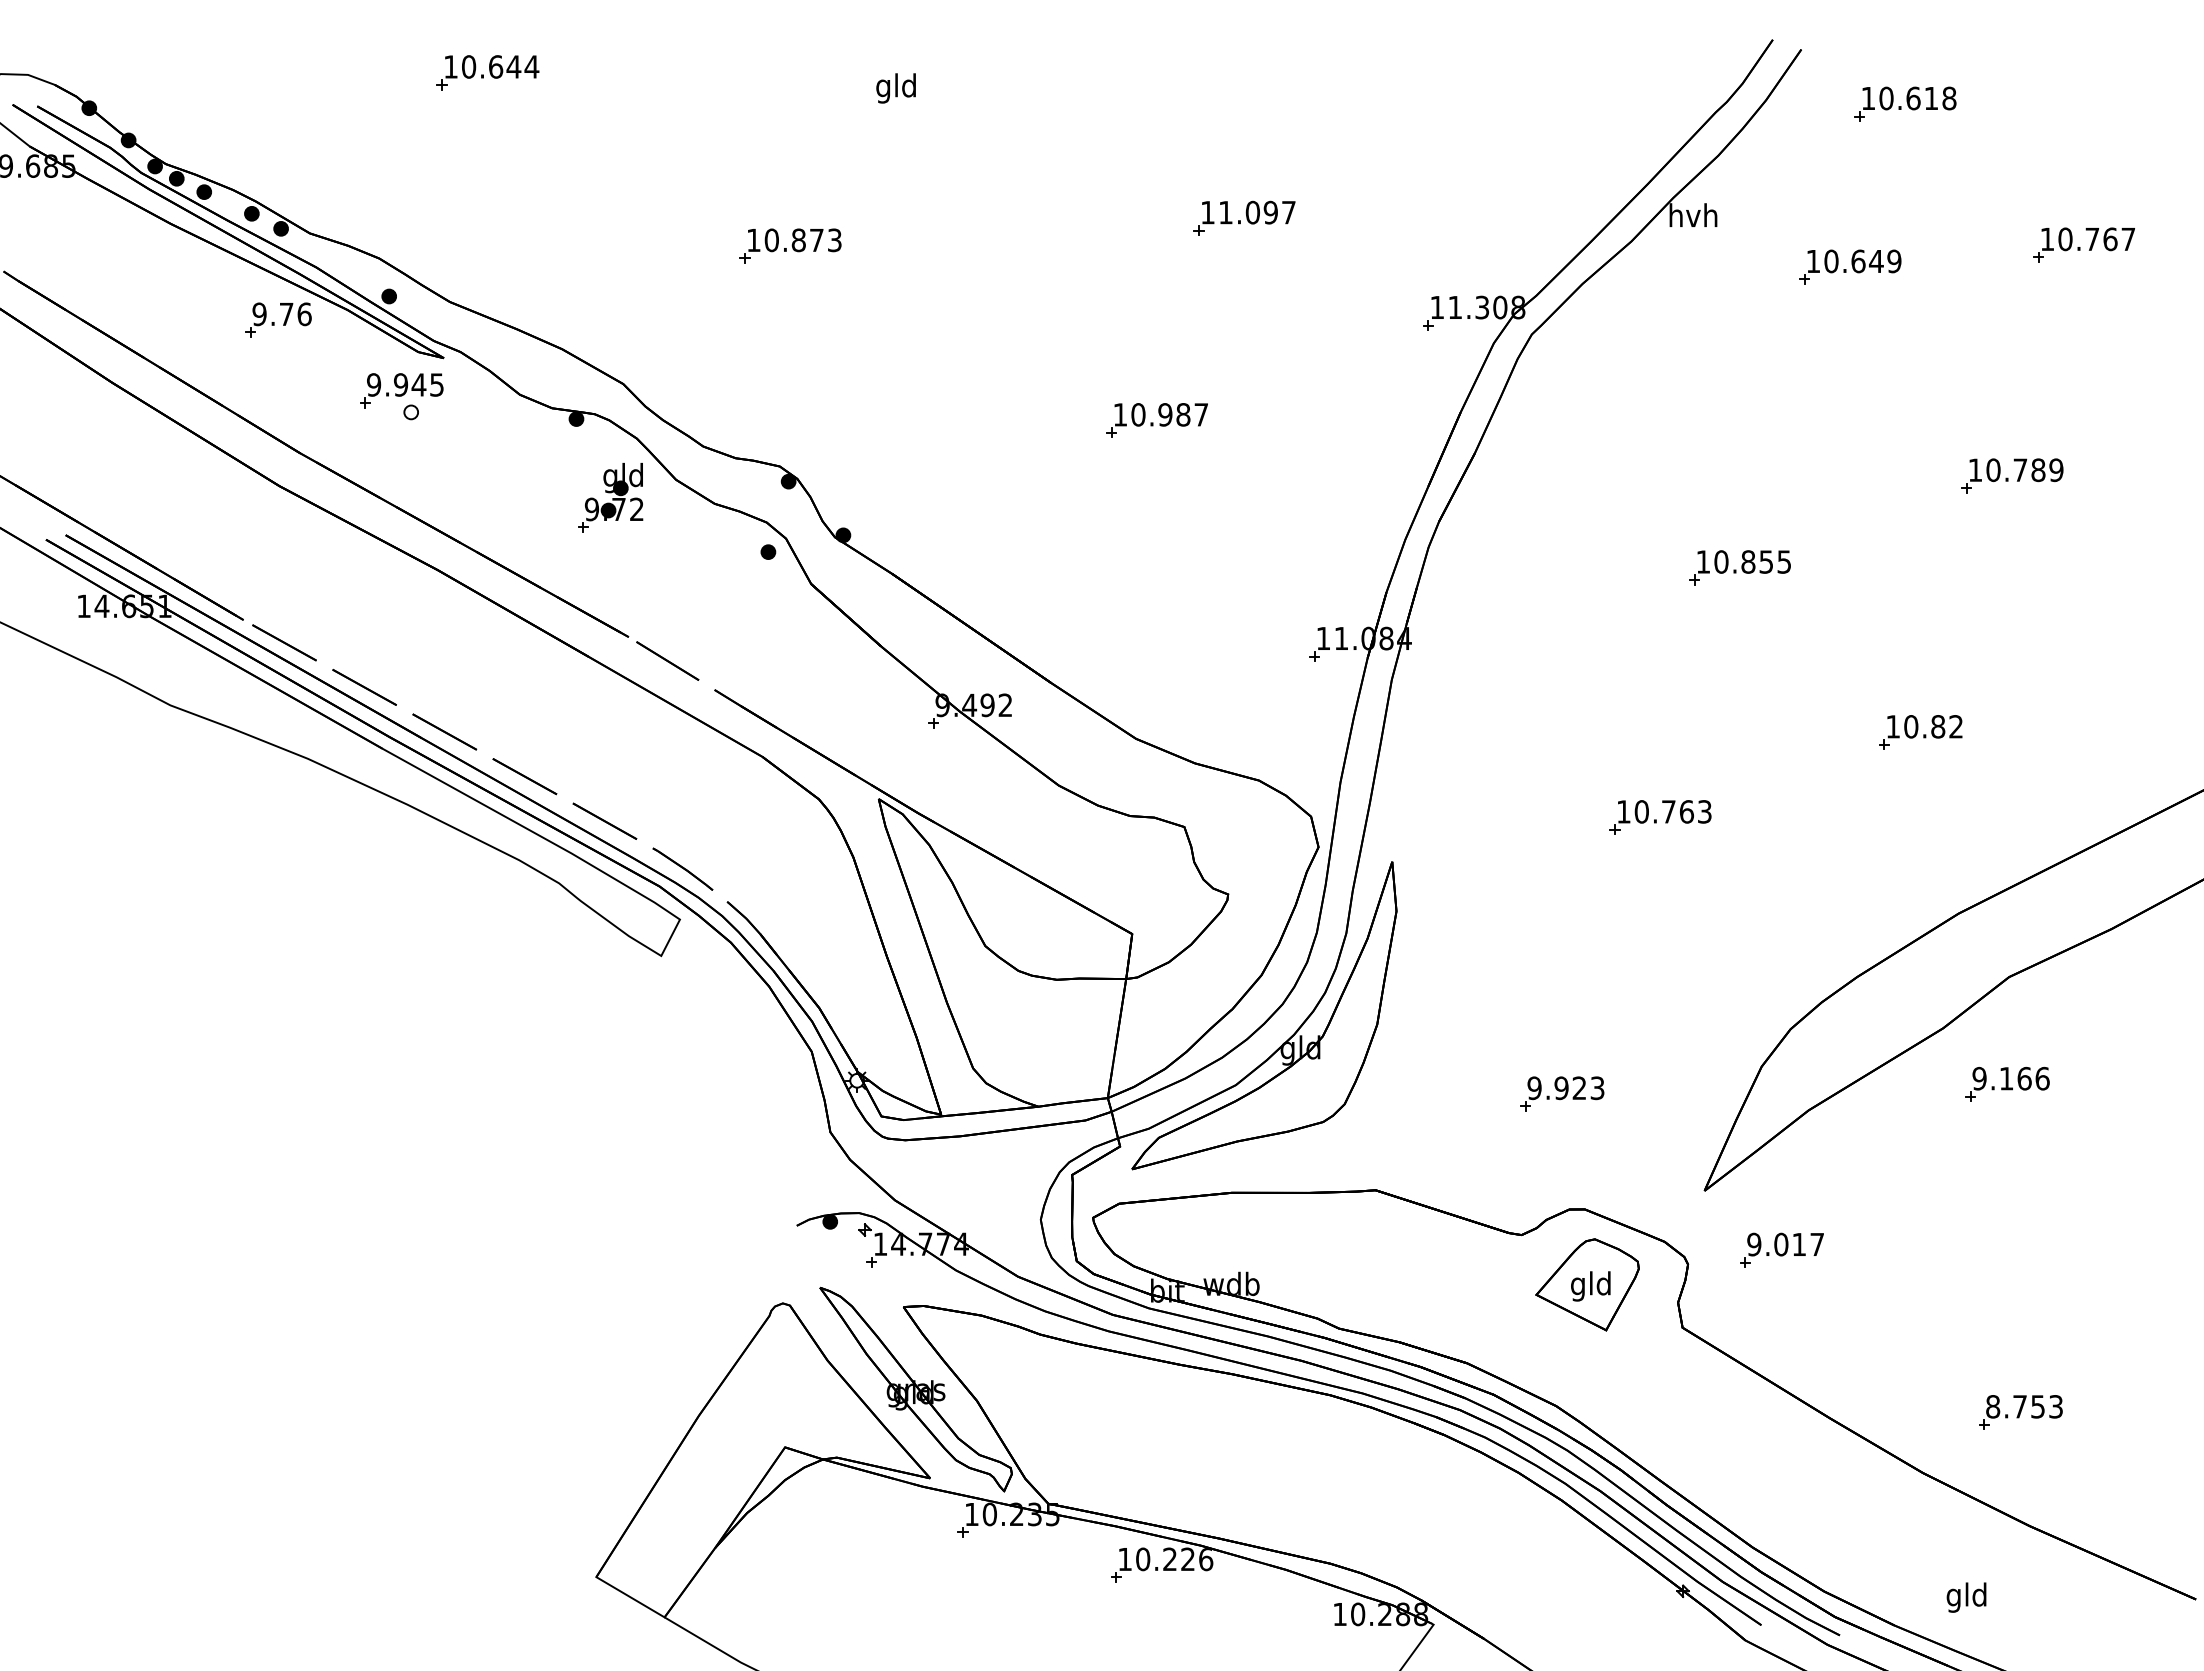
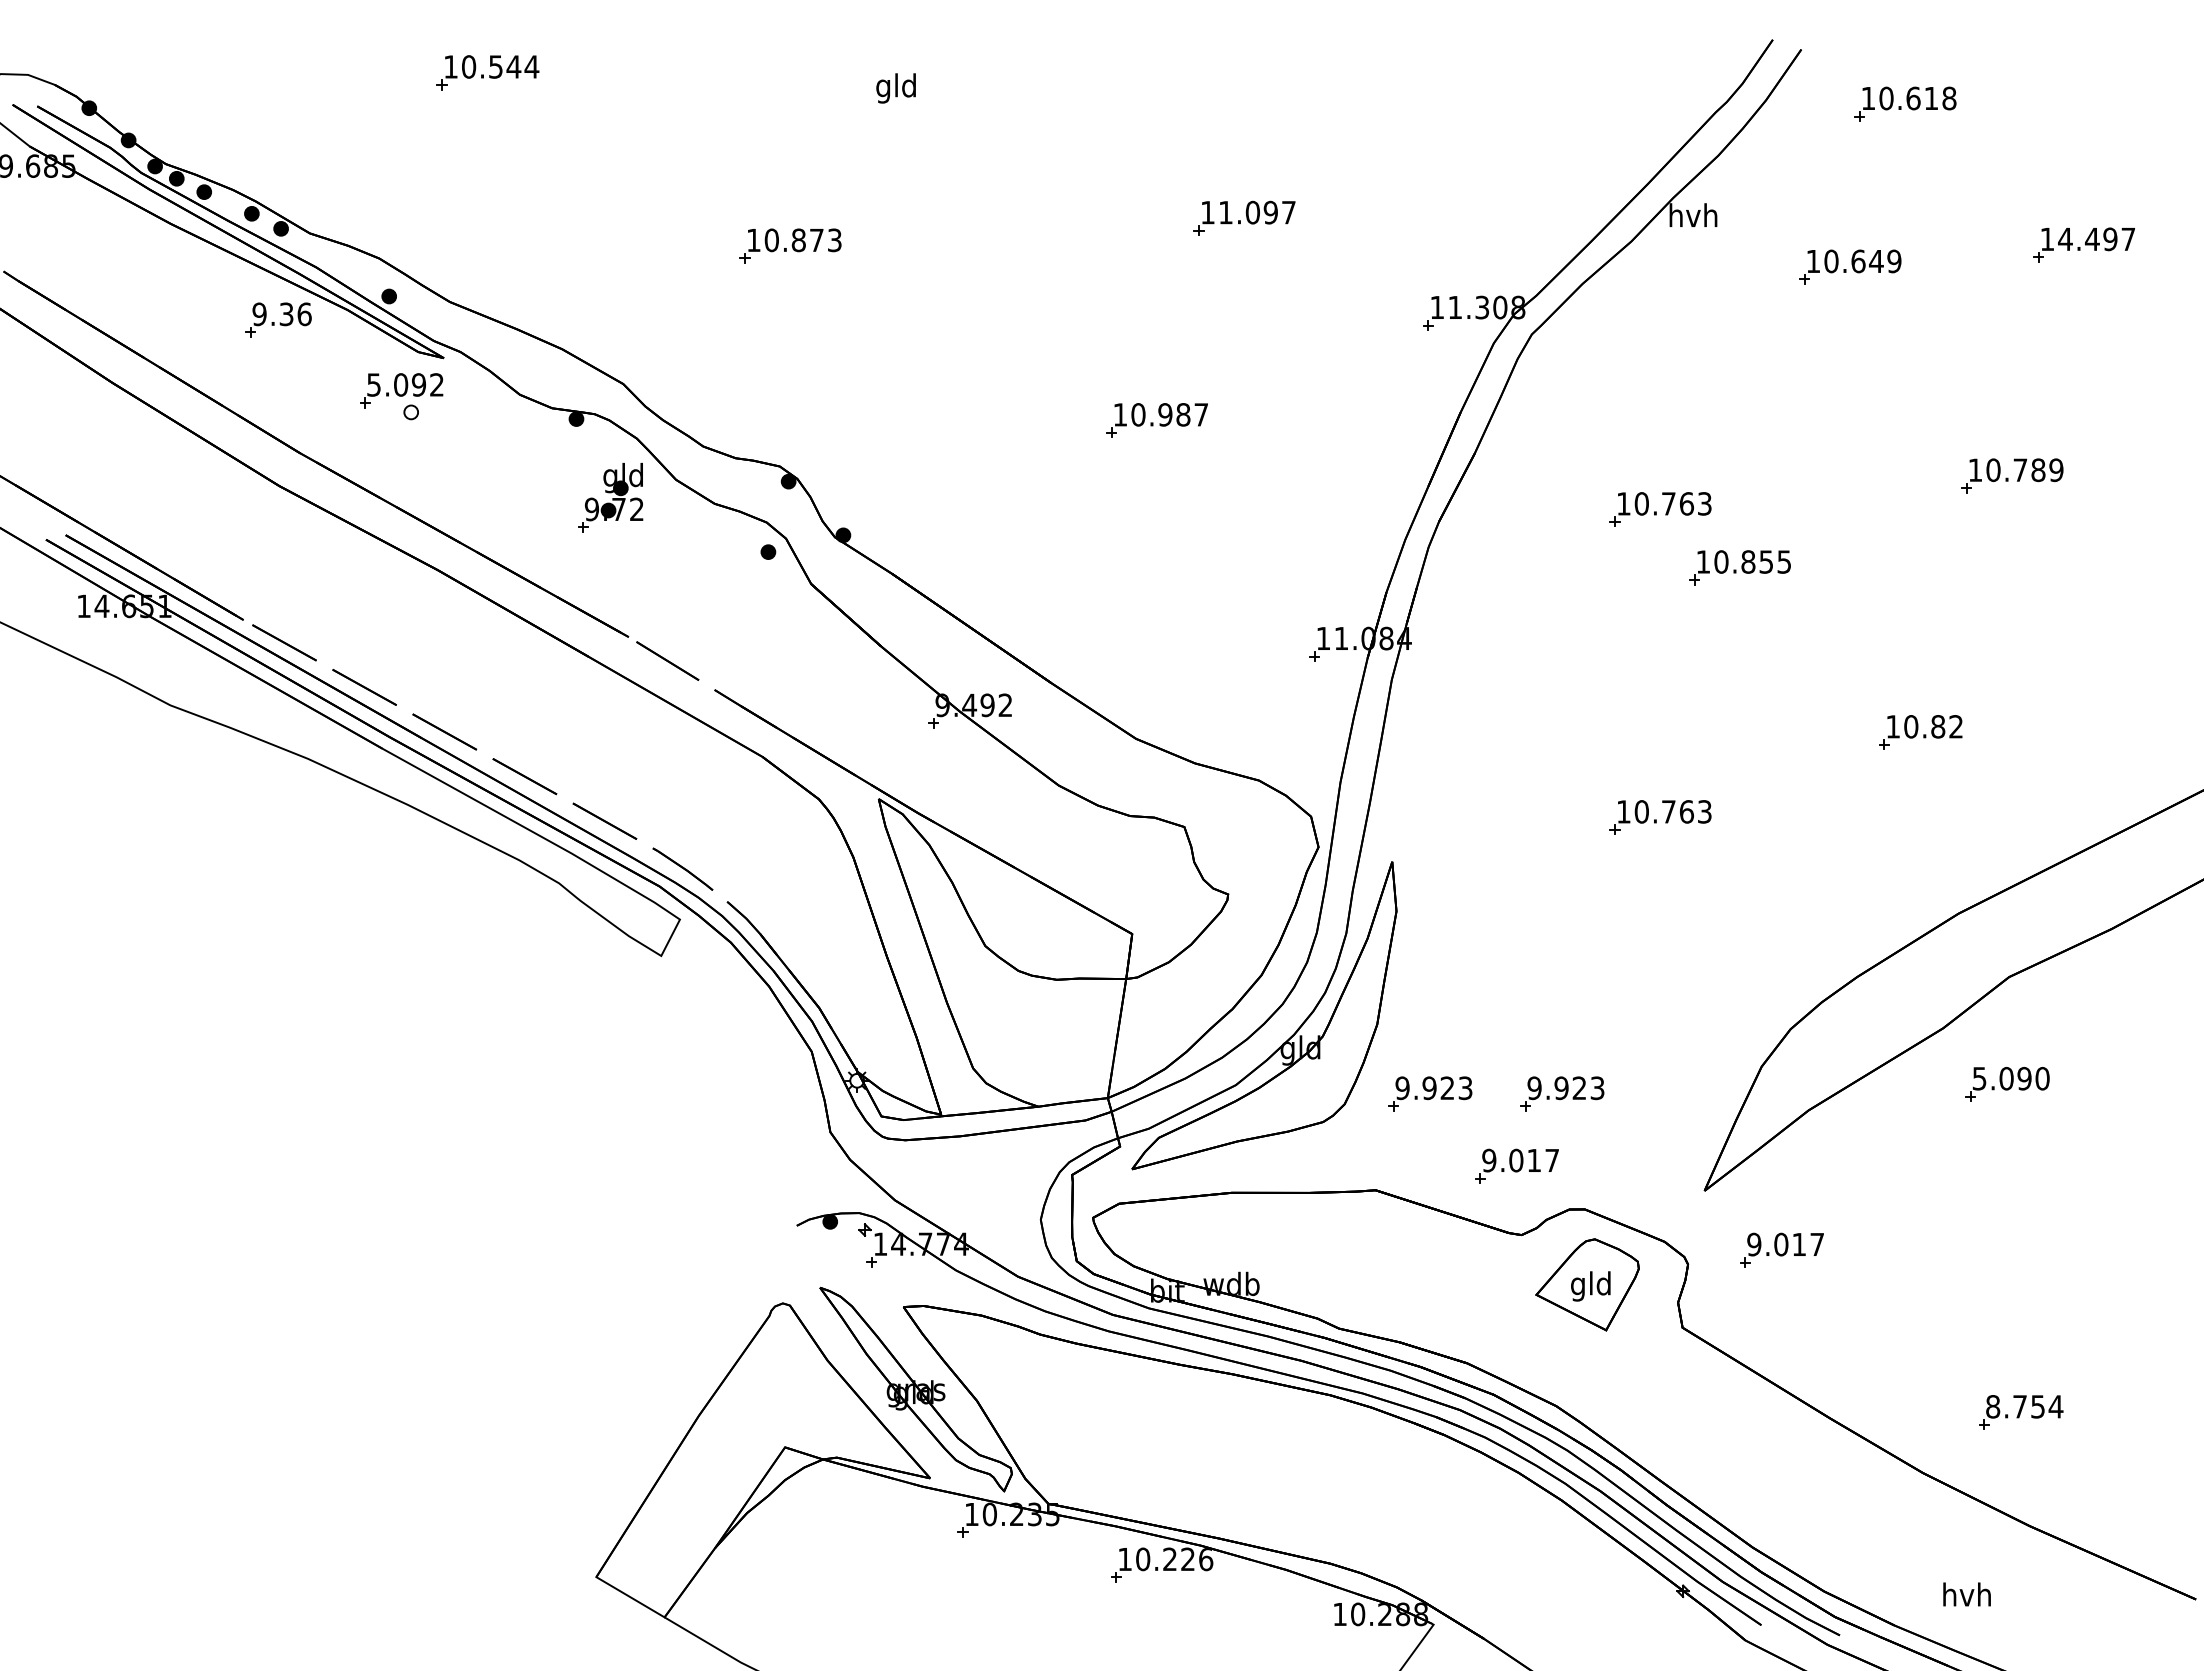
text at (496, 66): 10.644 -> 10.544
text at (2087, 239): 10.767 -> 14.497
text at (286, 314): 9.76 -> 9.36
text at (405, 384): 9.945 -> 5.092
part at (1660, 509): none -> present
text at (2010, 1078): 9.166 -> 5.090
part at (1430, 1093): none -> present
part at (1516, 1165): none -> present
text at (2055, 1406): 8.753 -> 8.754
text at (1966, 1597): gld -> hvh
